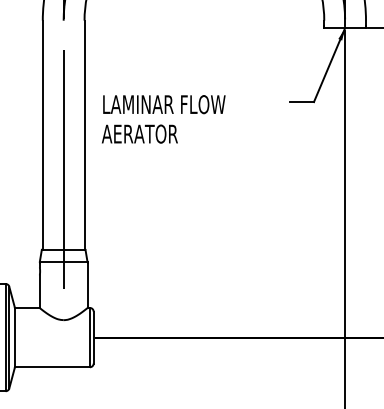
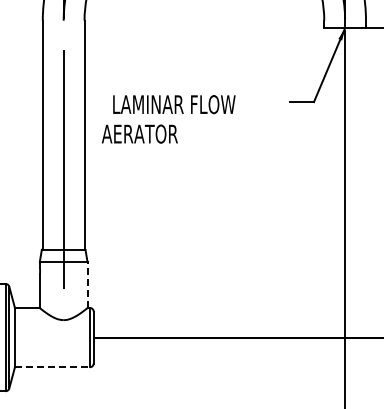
text at (164, 104) position: (164, 104) -> (174, 104)
line at (87, 285): solid -> dashed
line at (52, 367): solid -> dashed
